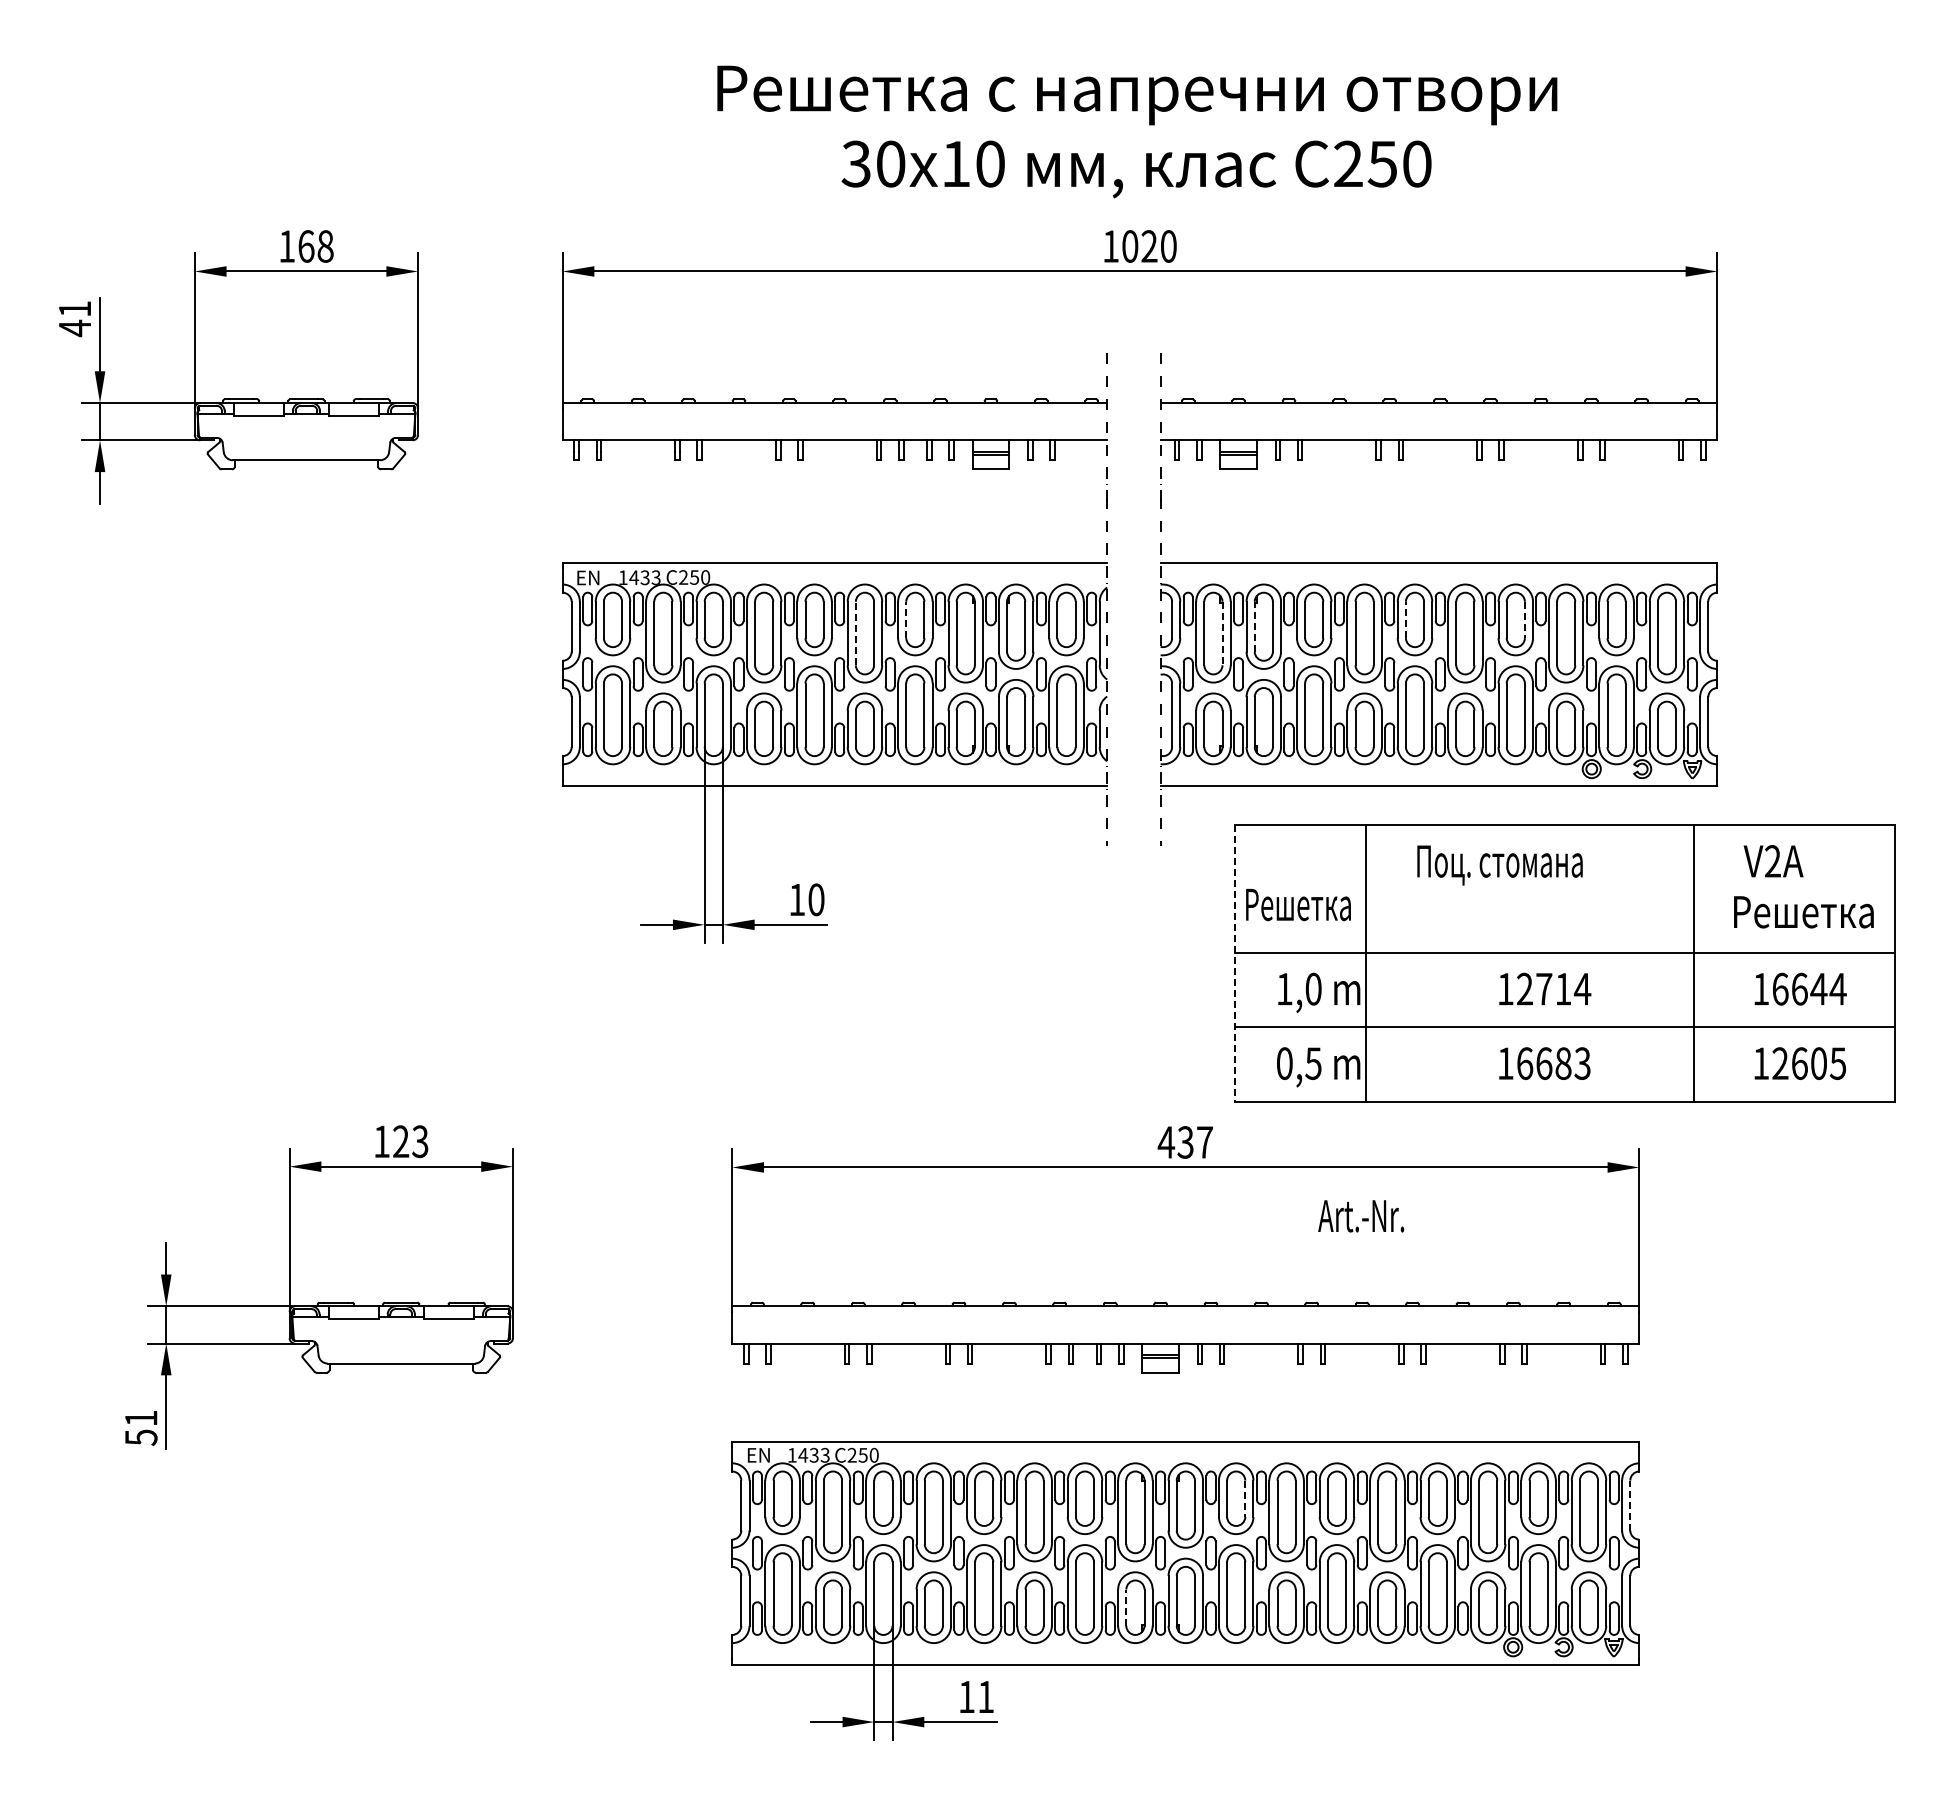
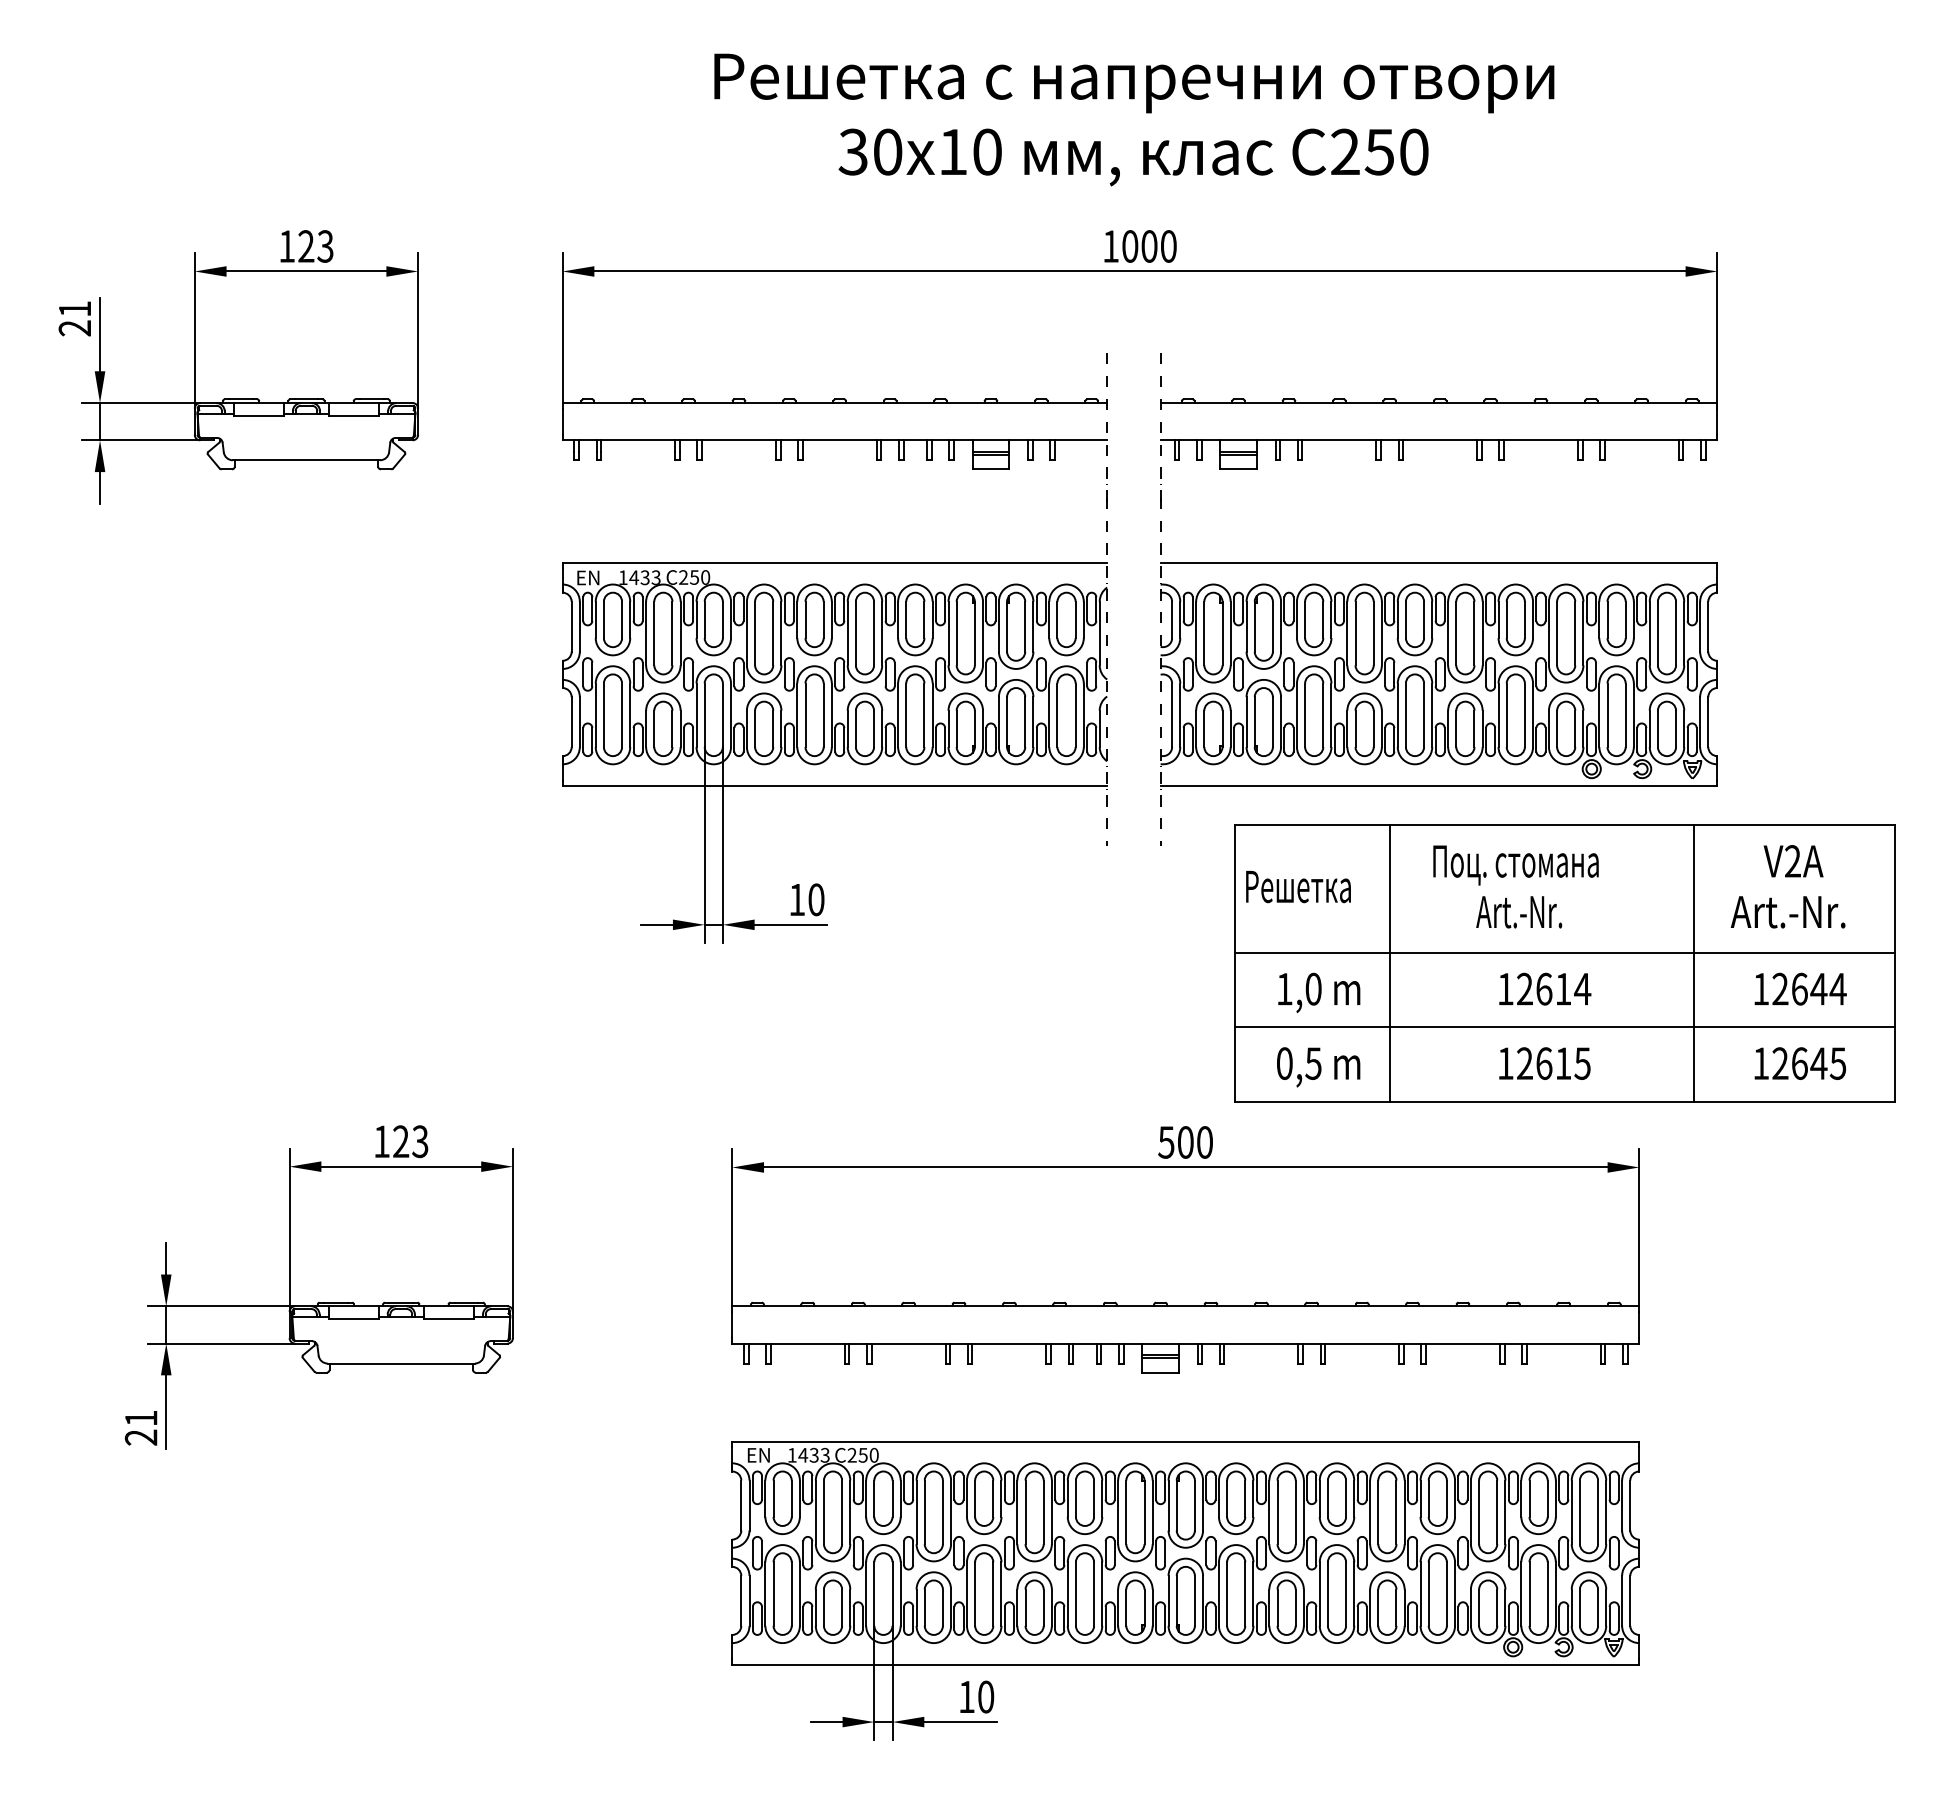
text at (1137, 131) position: (1137, 131) -> (1134, 119)
text at (315, 246): 168 -> 123
text at (1149, 246): 1020 -> 1000
text at (74, 328): 41 -> 21
line at (906, 619): dashed -> solid
line at (1405, 619): dashed -> solid
line at (1524, 620): dashed -> solid
line at (1254, 626): dashed -> solid
line at (855, 633): dashed -> solid
line at (1222, 633): dashed -> solid
text at (1773, 861) position: (1773, 861) -> (1793, 861)
text at (1499, 865) position: (1499, 865) -> (1515, 865)
text at (1298, 905) position: (1298, 905) -> (1298, 887)
text at (1801, 912): Решетка -> Art.-Nr.
line at (1365, 962) position: (1365, 962) -> (1389, 962)
line at (1235, 963): dashed -> solid
text at (1544, 988): 12714 -> 12614
text at (1780, 988): 16644 -> 12644
text at (1553, 1063): 16683 -> 12615
text at (1818, 1063): 12605 -> 12645
text at (1184, 1142): 437 -> 500
text at (1361, 1216) position: (1361, 1216) -> (1519, 912)
text at (140, 1437): 51 -> 21
line at (1245, 1499): dashed -> solid
line at (1630, 1505): dashed -> solid
line at (1126, 1607): dashed -> solid
text at (986, 1696): 11 -> 10
